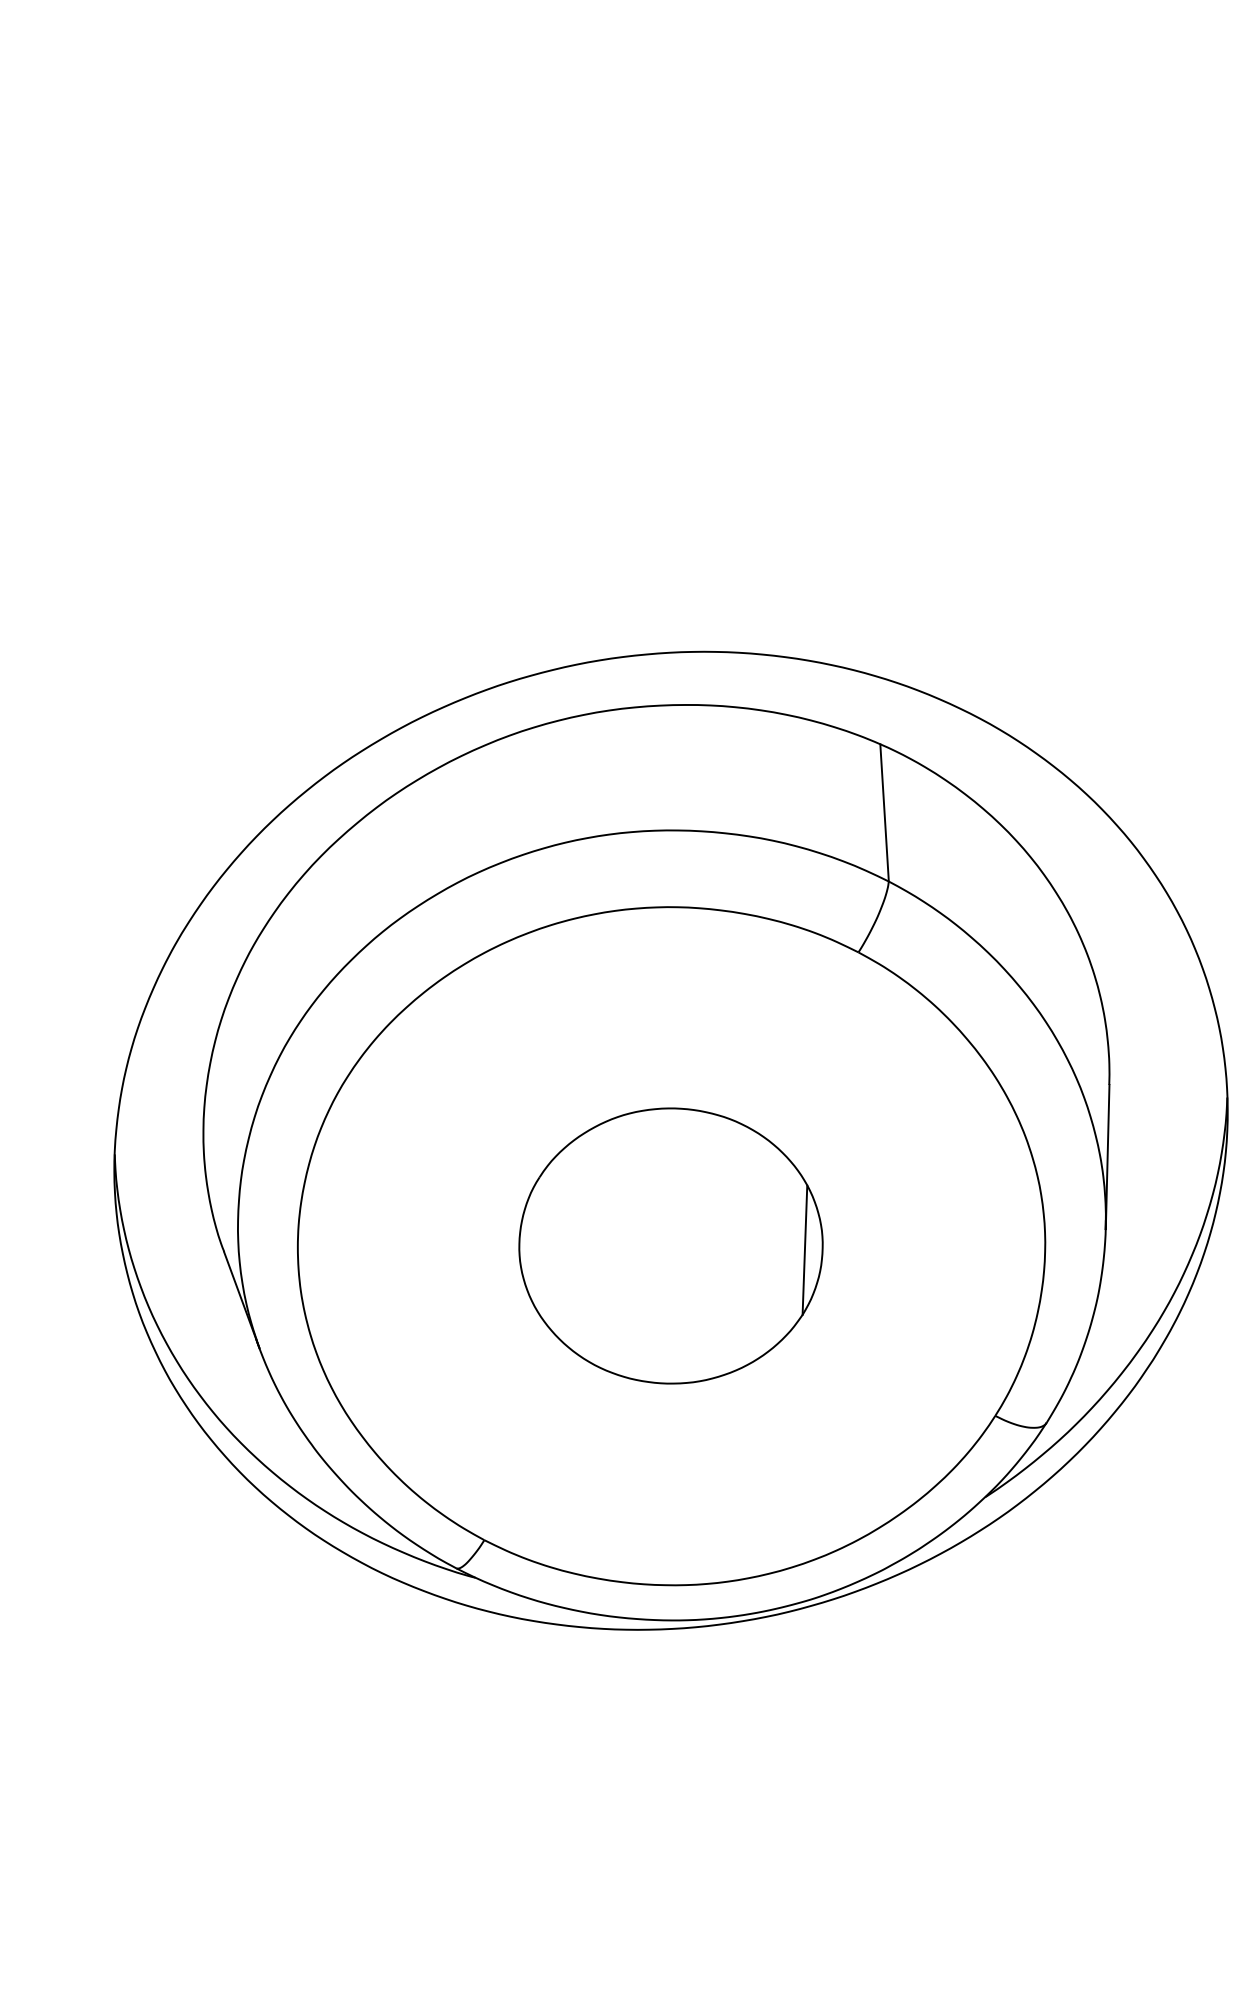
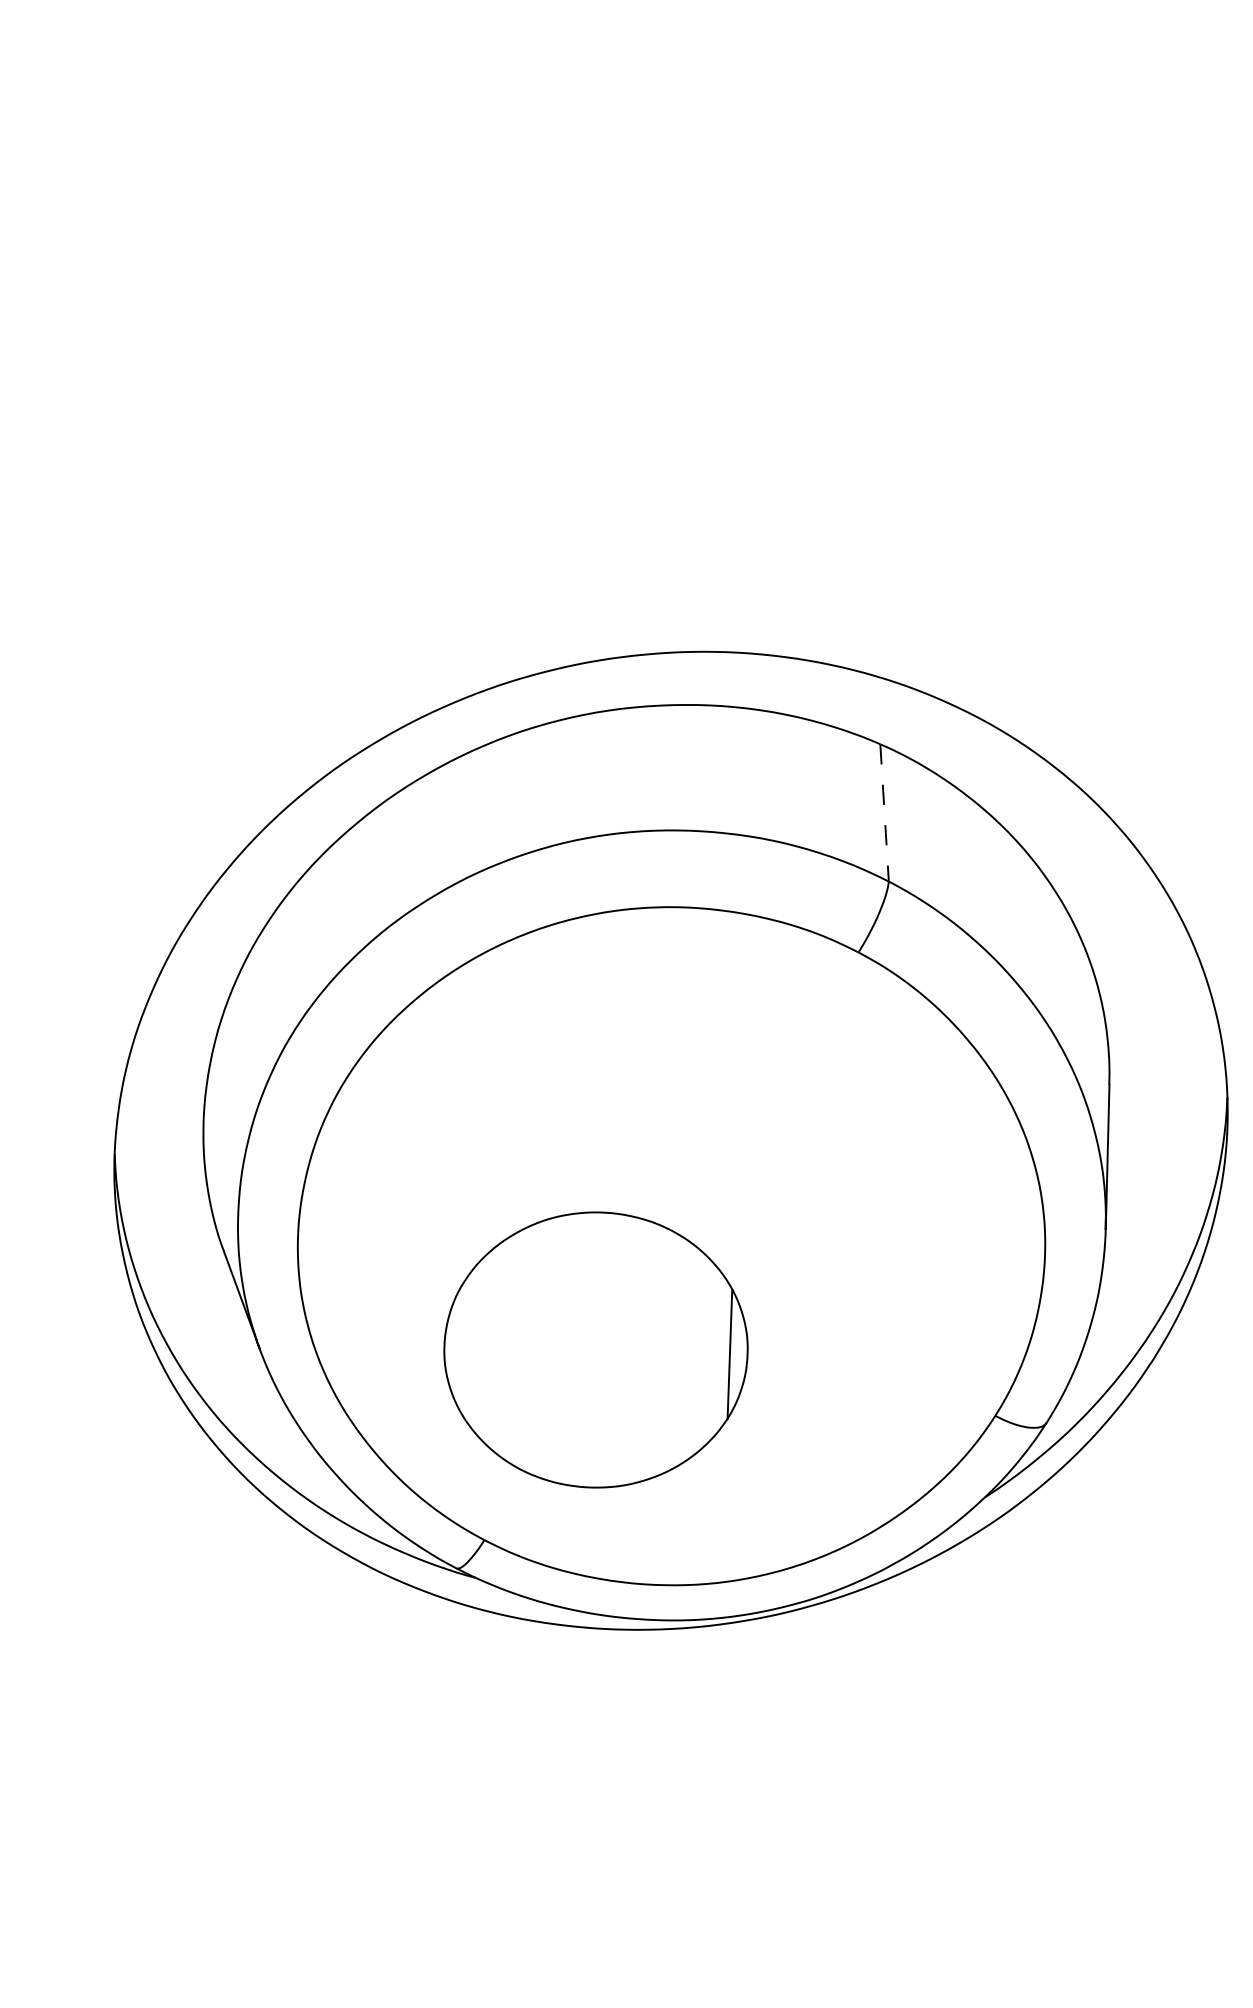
line at (884, 812): solid -> dashed
part at (670, 1245) position: (670, 1245) -> (595, 1349)
